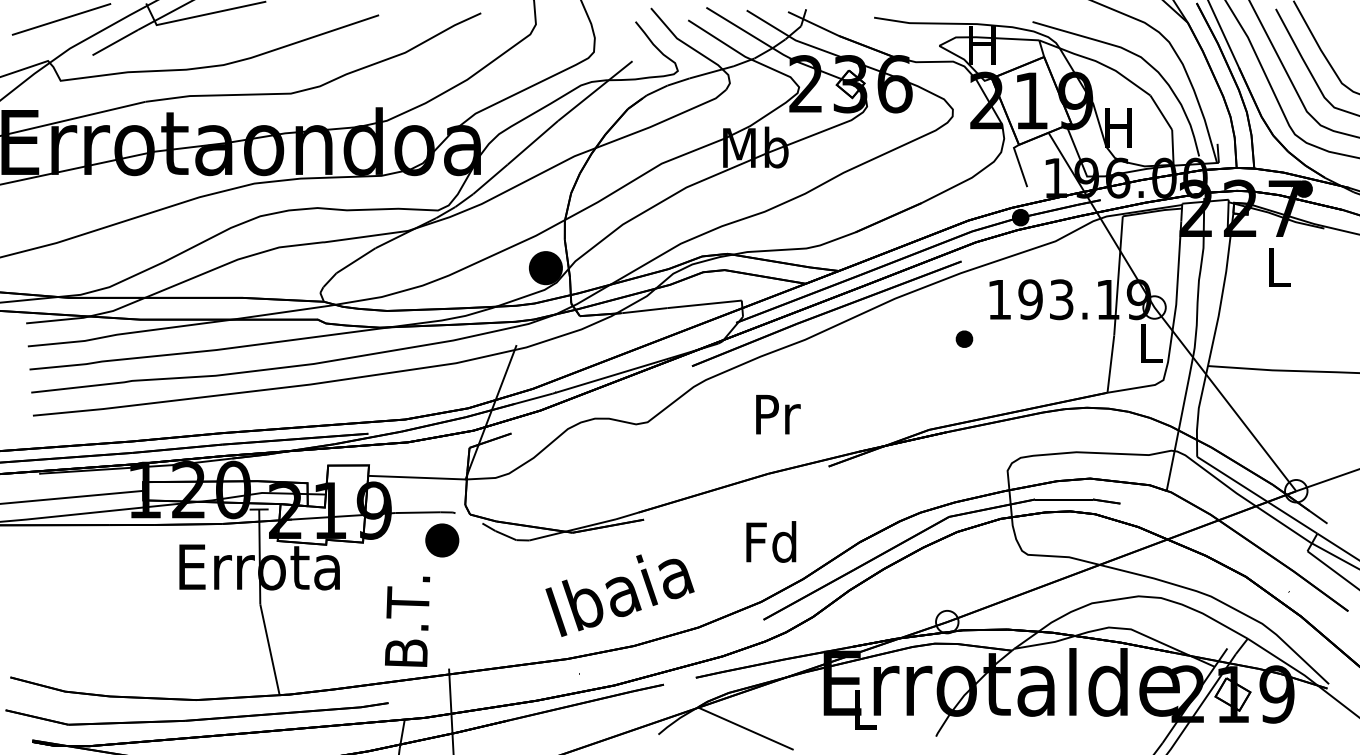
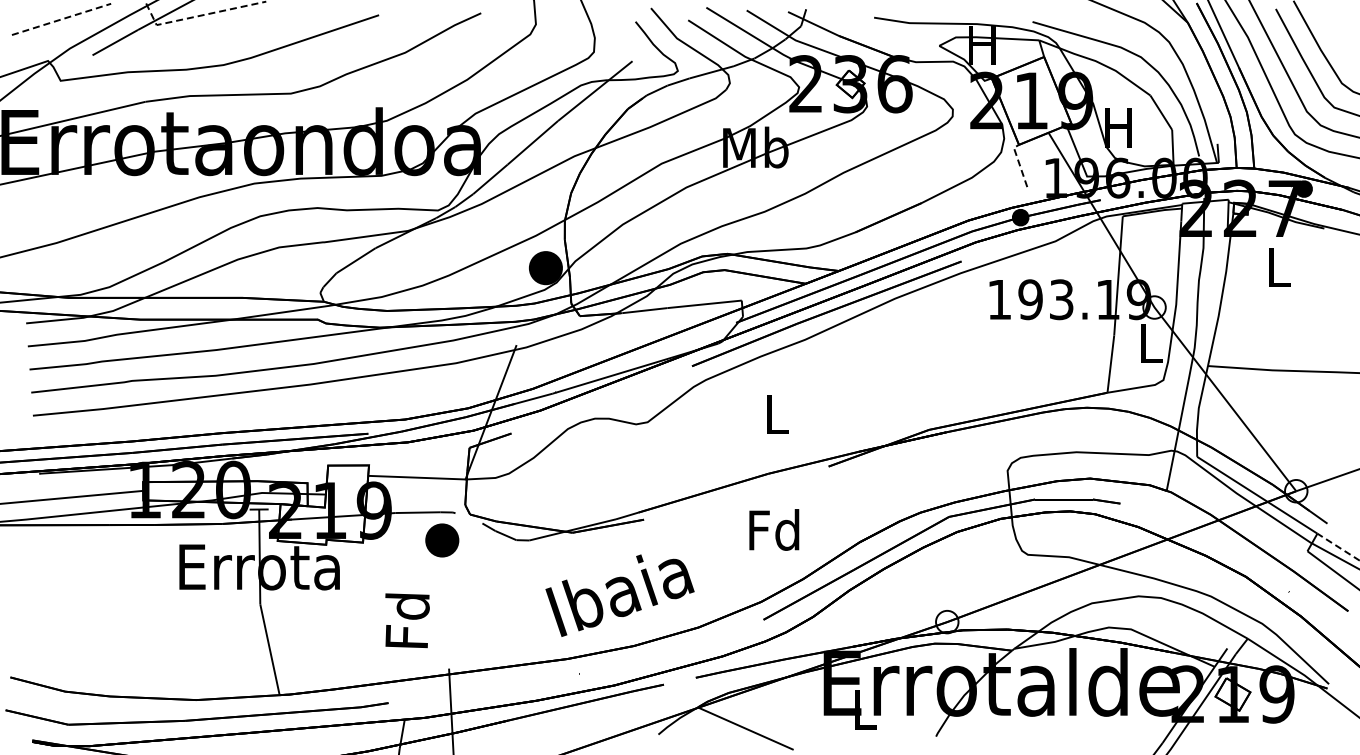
line at (199, 15): solid -> dashed
line at (61, 19): solid -> dashed
line at (1019, 163): solid -> dashed
part at (964, 338): present -> none
text at (778, 414): Pr -> L
text at (771, 541) position: (771, 541) -> (774, 529)
line at (1338, 547): solid -> dashed
text at (407, 621): B.T. -> Fd
